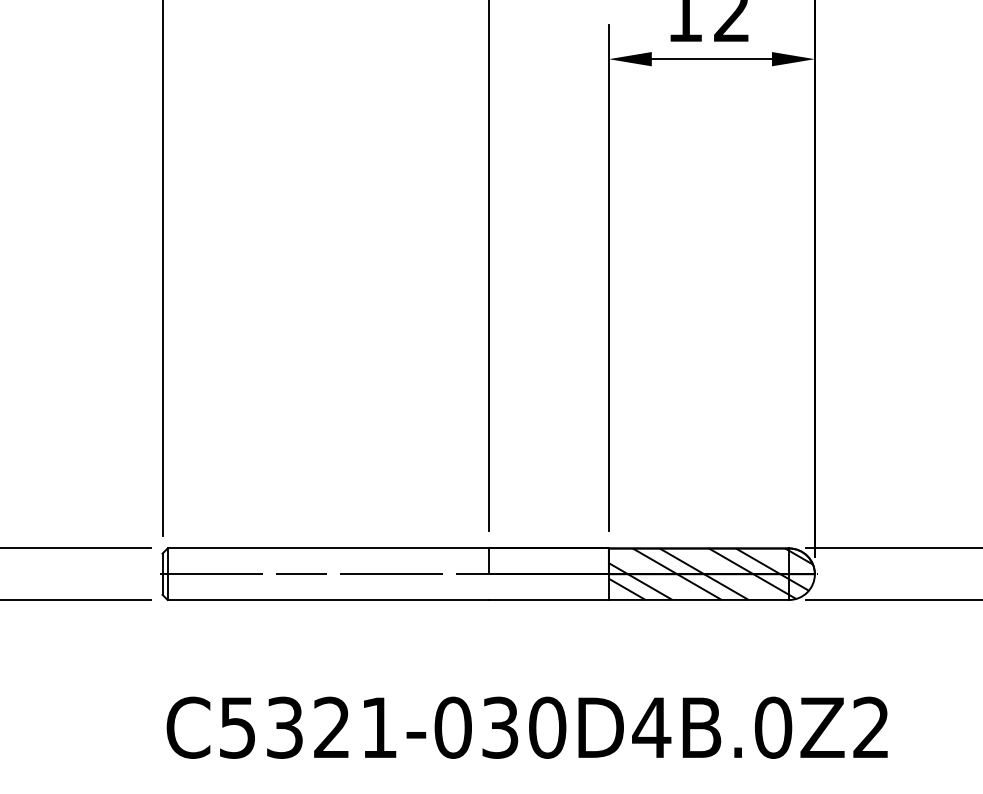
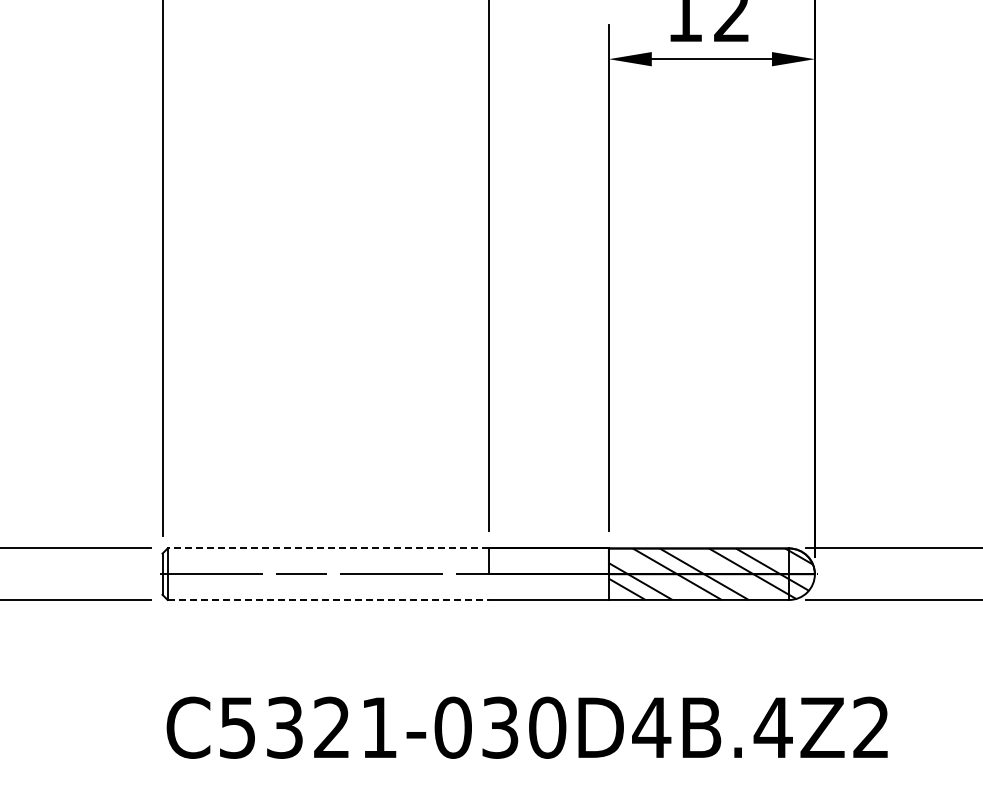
line at (328, 548): solid -> dashed
line at (328, 599): solid -> dashed
text at (772, 727): C5321-030D4B.0Z2 -> C5321-030D4B.4Z2
